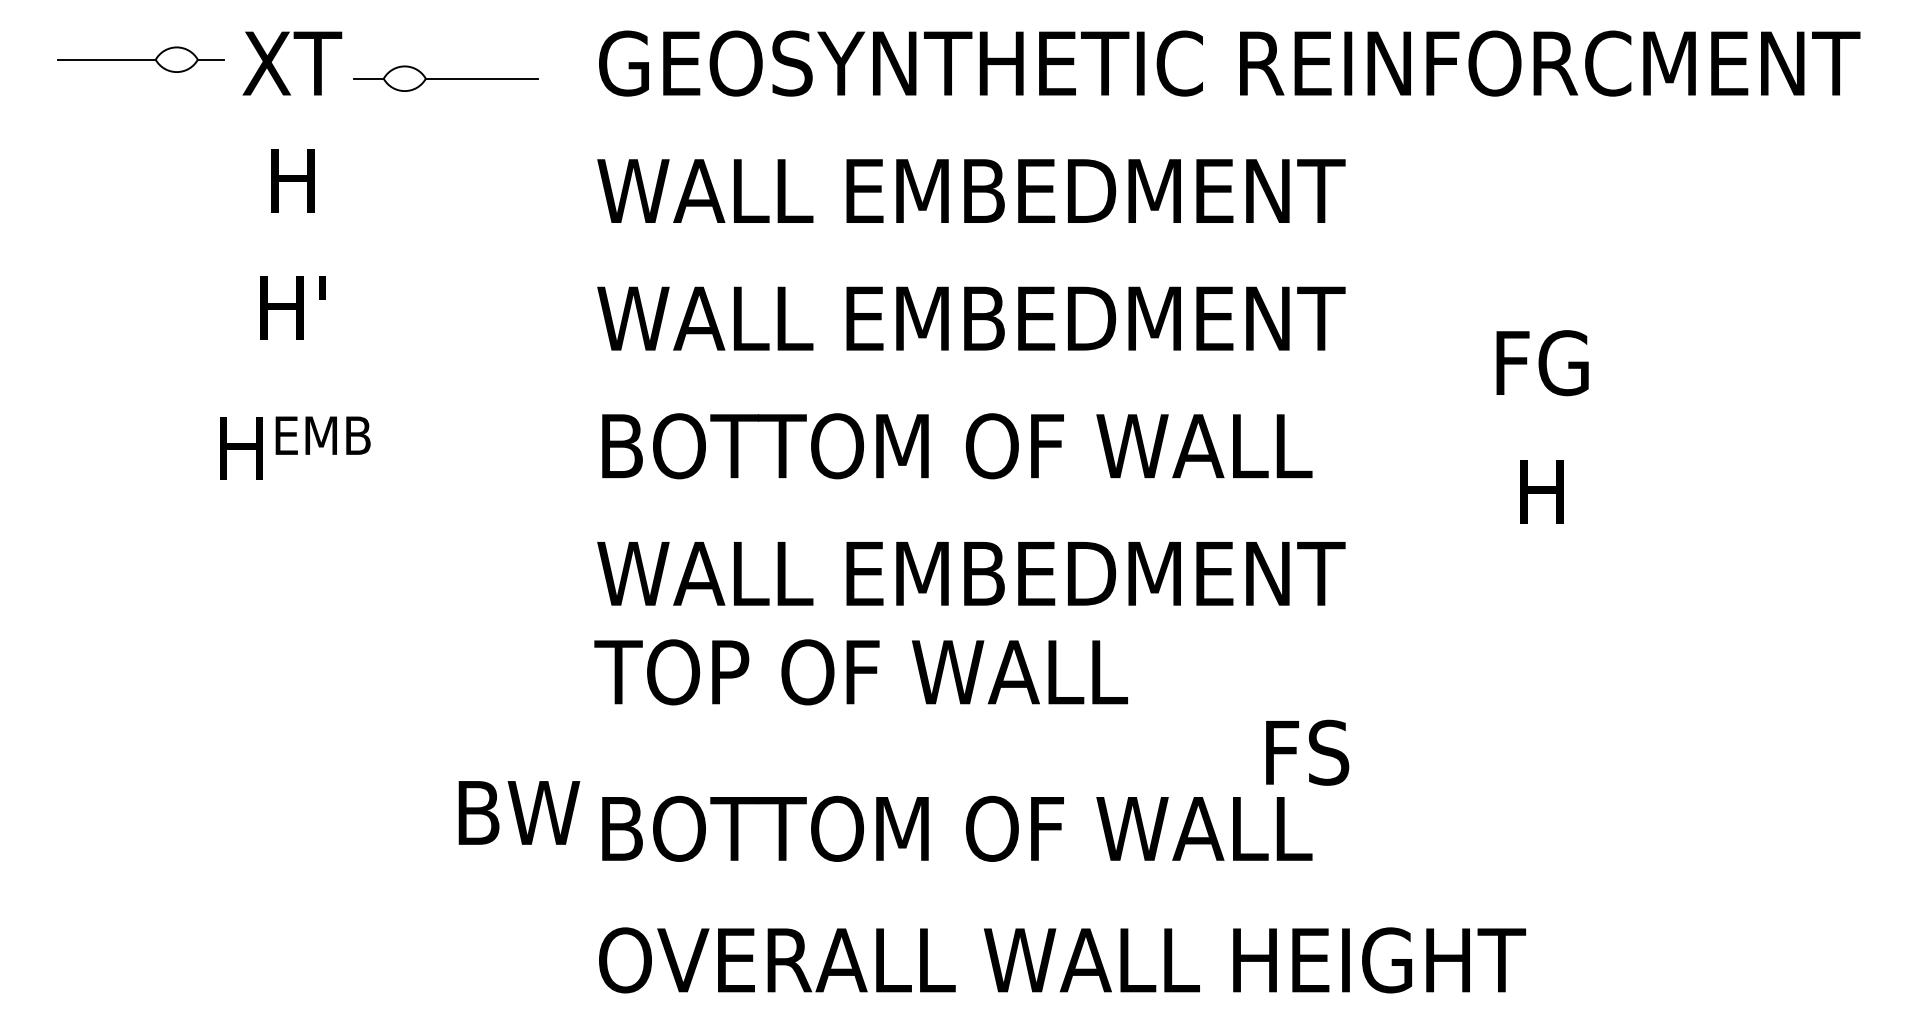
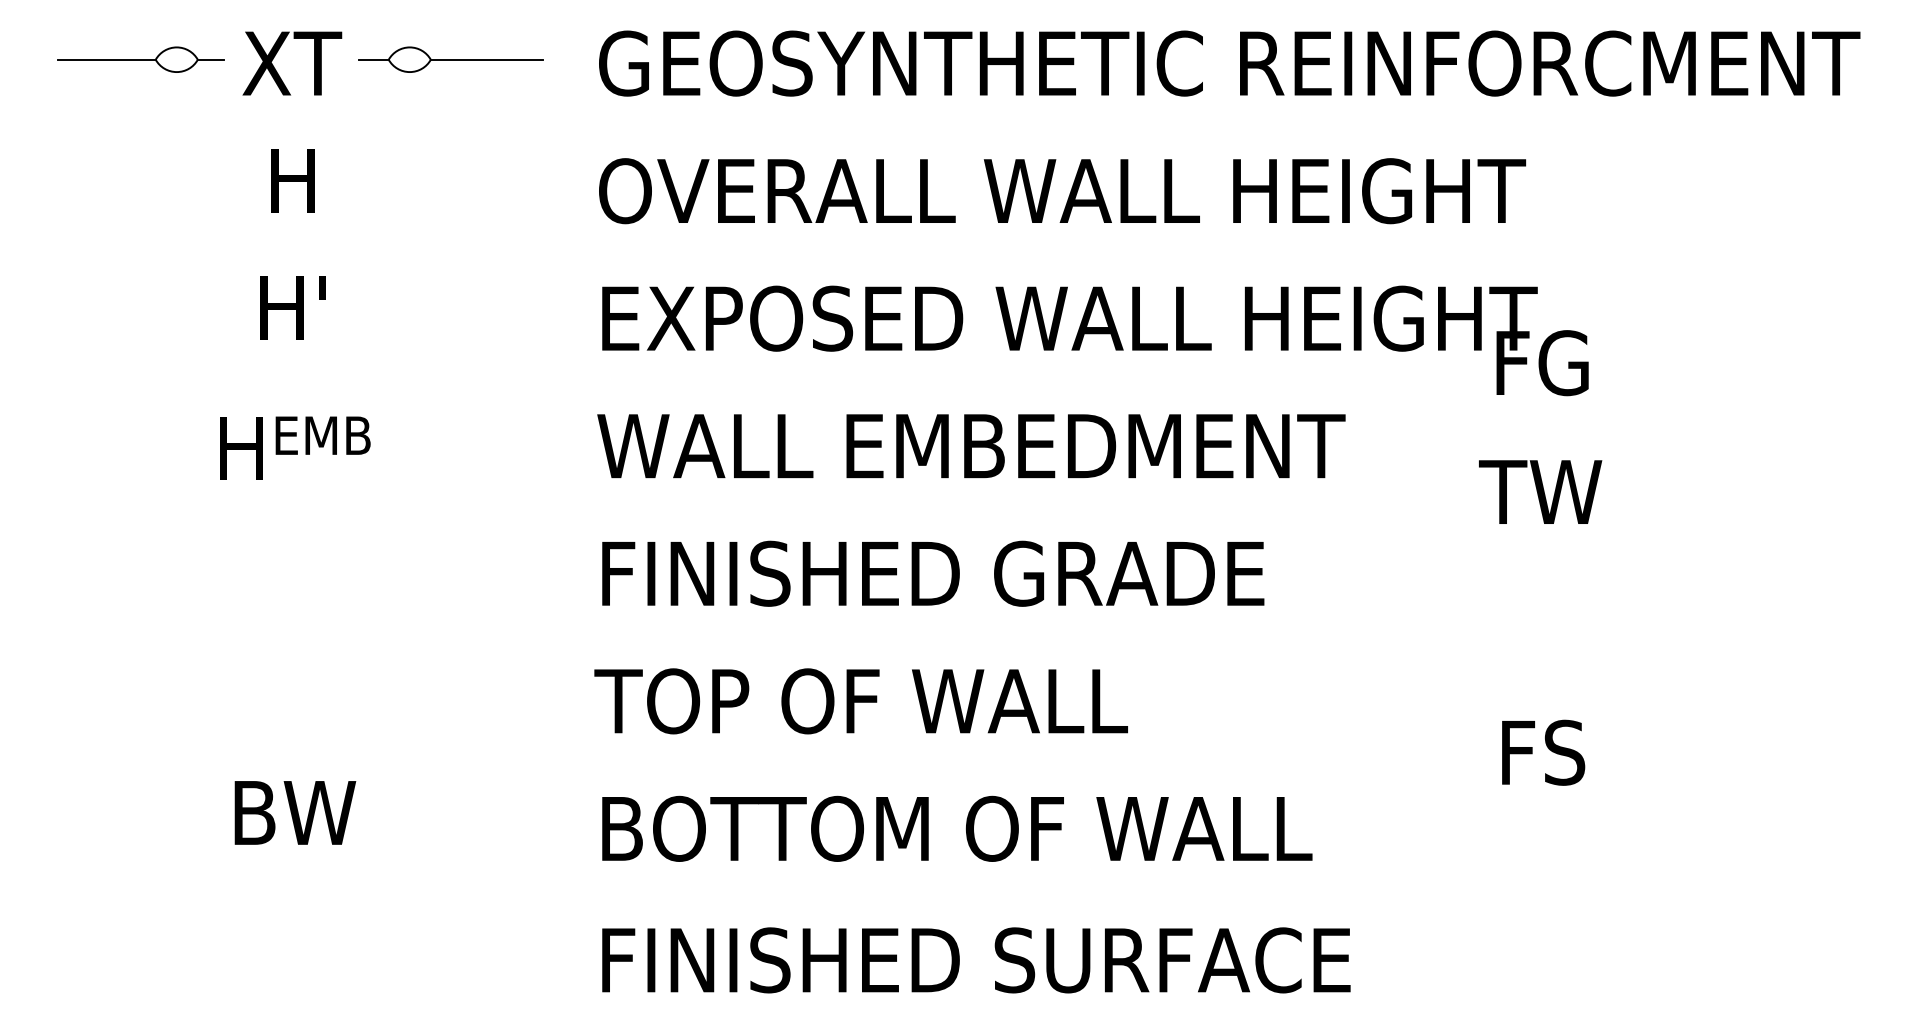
part at (445, 78) position: (445, 78) -> (450, 59)
text at (1061, 191): WALL EMBEDMENT -> OVERALL WALL HEIGHT
text at (1067, 318): WALL EMBEDMENT -> EXPOSED WALL HEIGHT
text at (971, 446): BOTTOM OF WALL -> WALL EMBEDMENT
text at (1540, 491): H -> TW
text at (971, 573): WALL EMBEDMENT -> FINISHED GRADE
text at (860, 672) position: (860, 672) -> (860, 701)
text at (1307, 752) position: (1307, 752) -> (1543, 752)
text at (519, 812) position: (519, 812) -> (295, 812)
text at (1062, 960): OVERALL WALL HEIGHT -> FINISHED SURFACE
